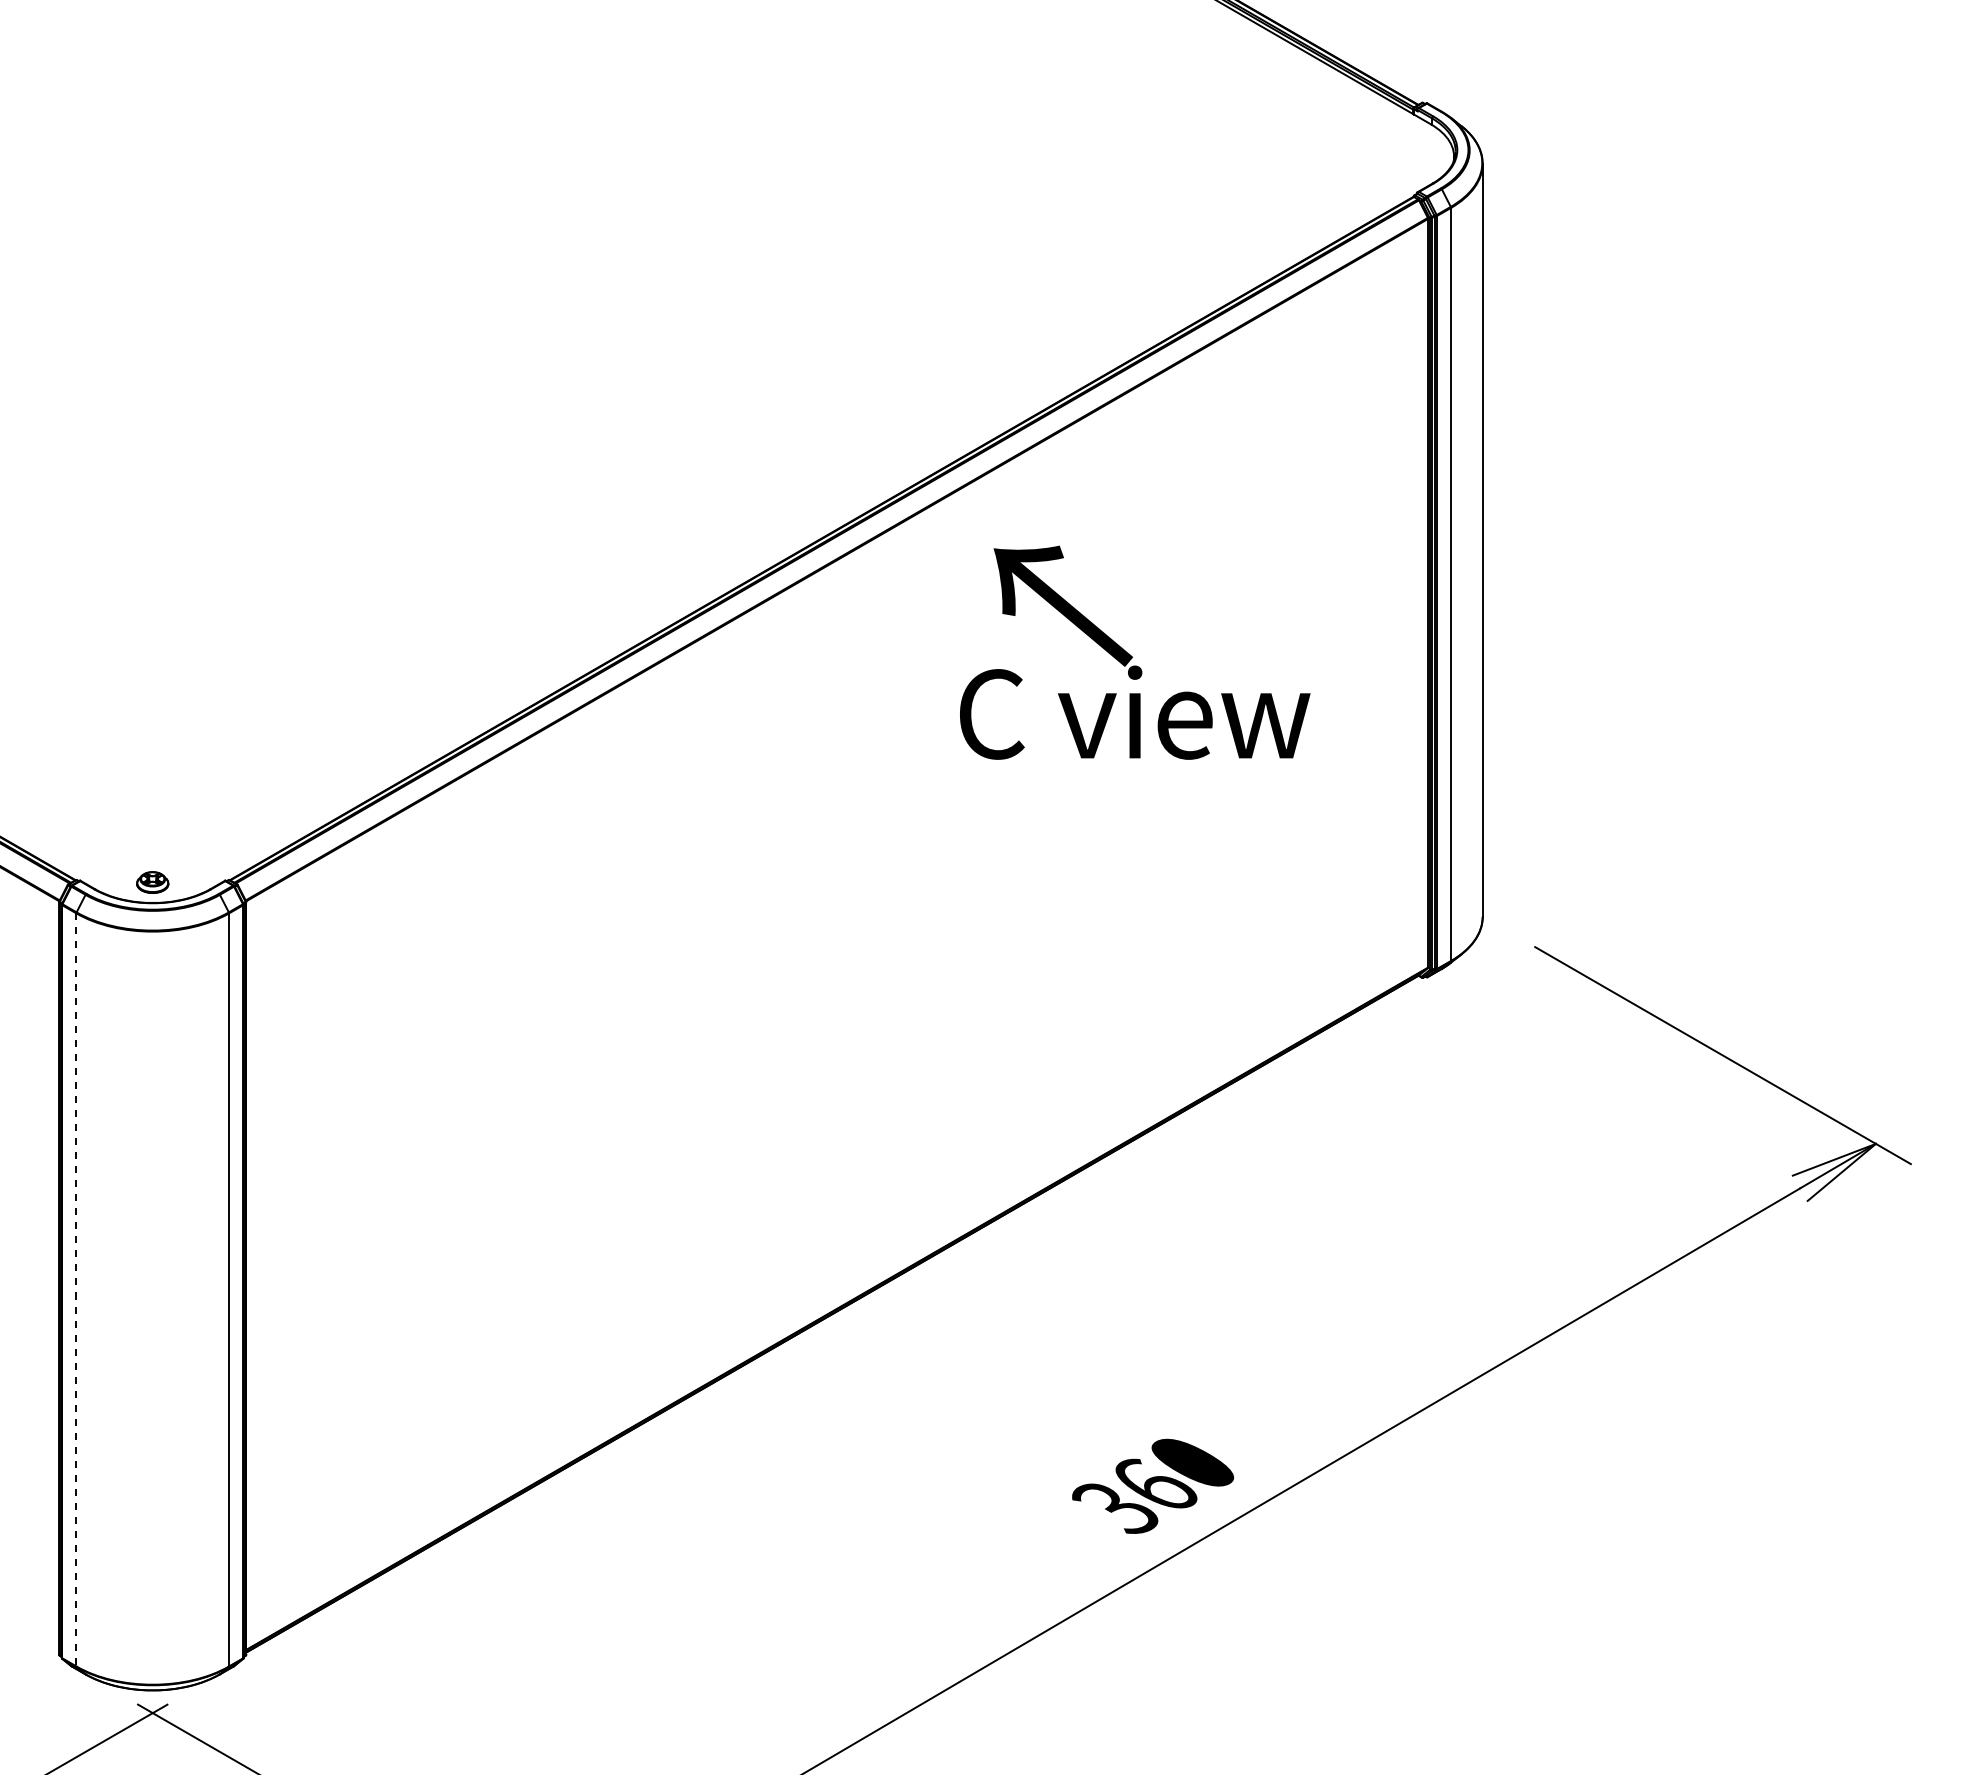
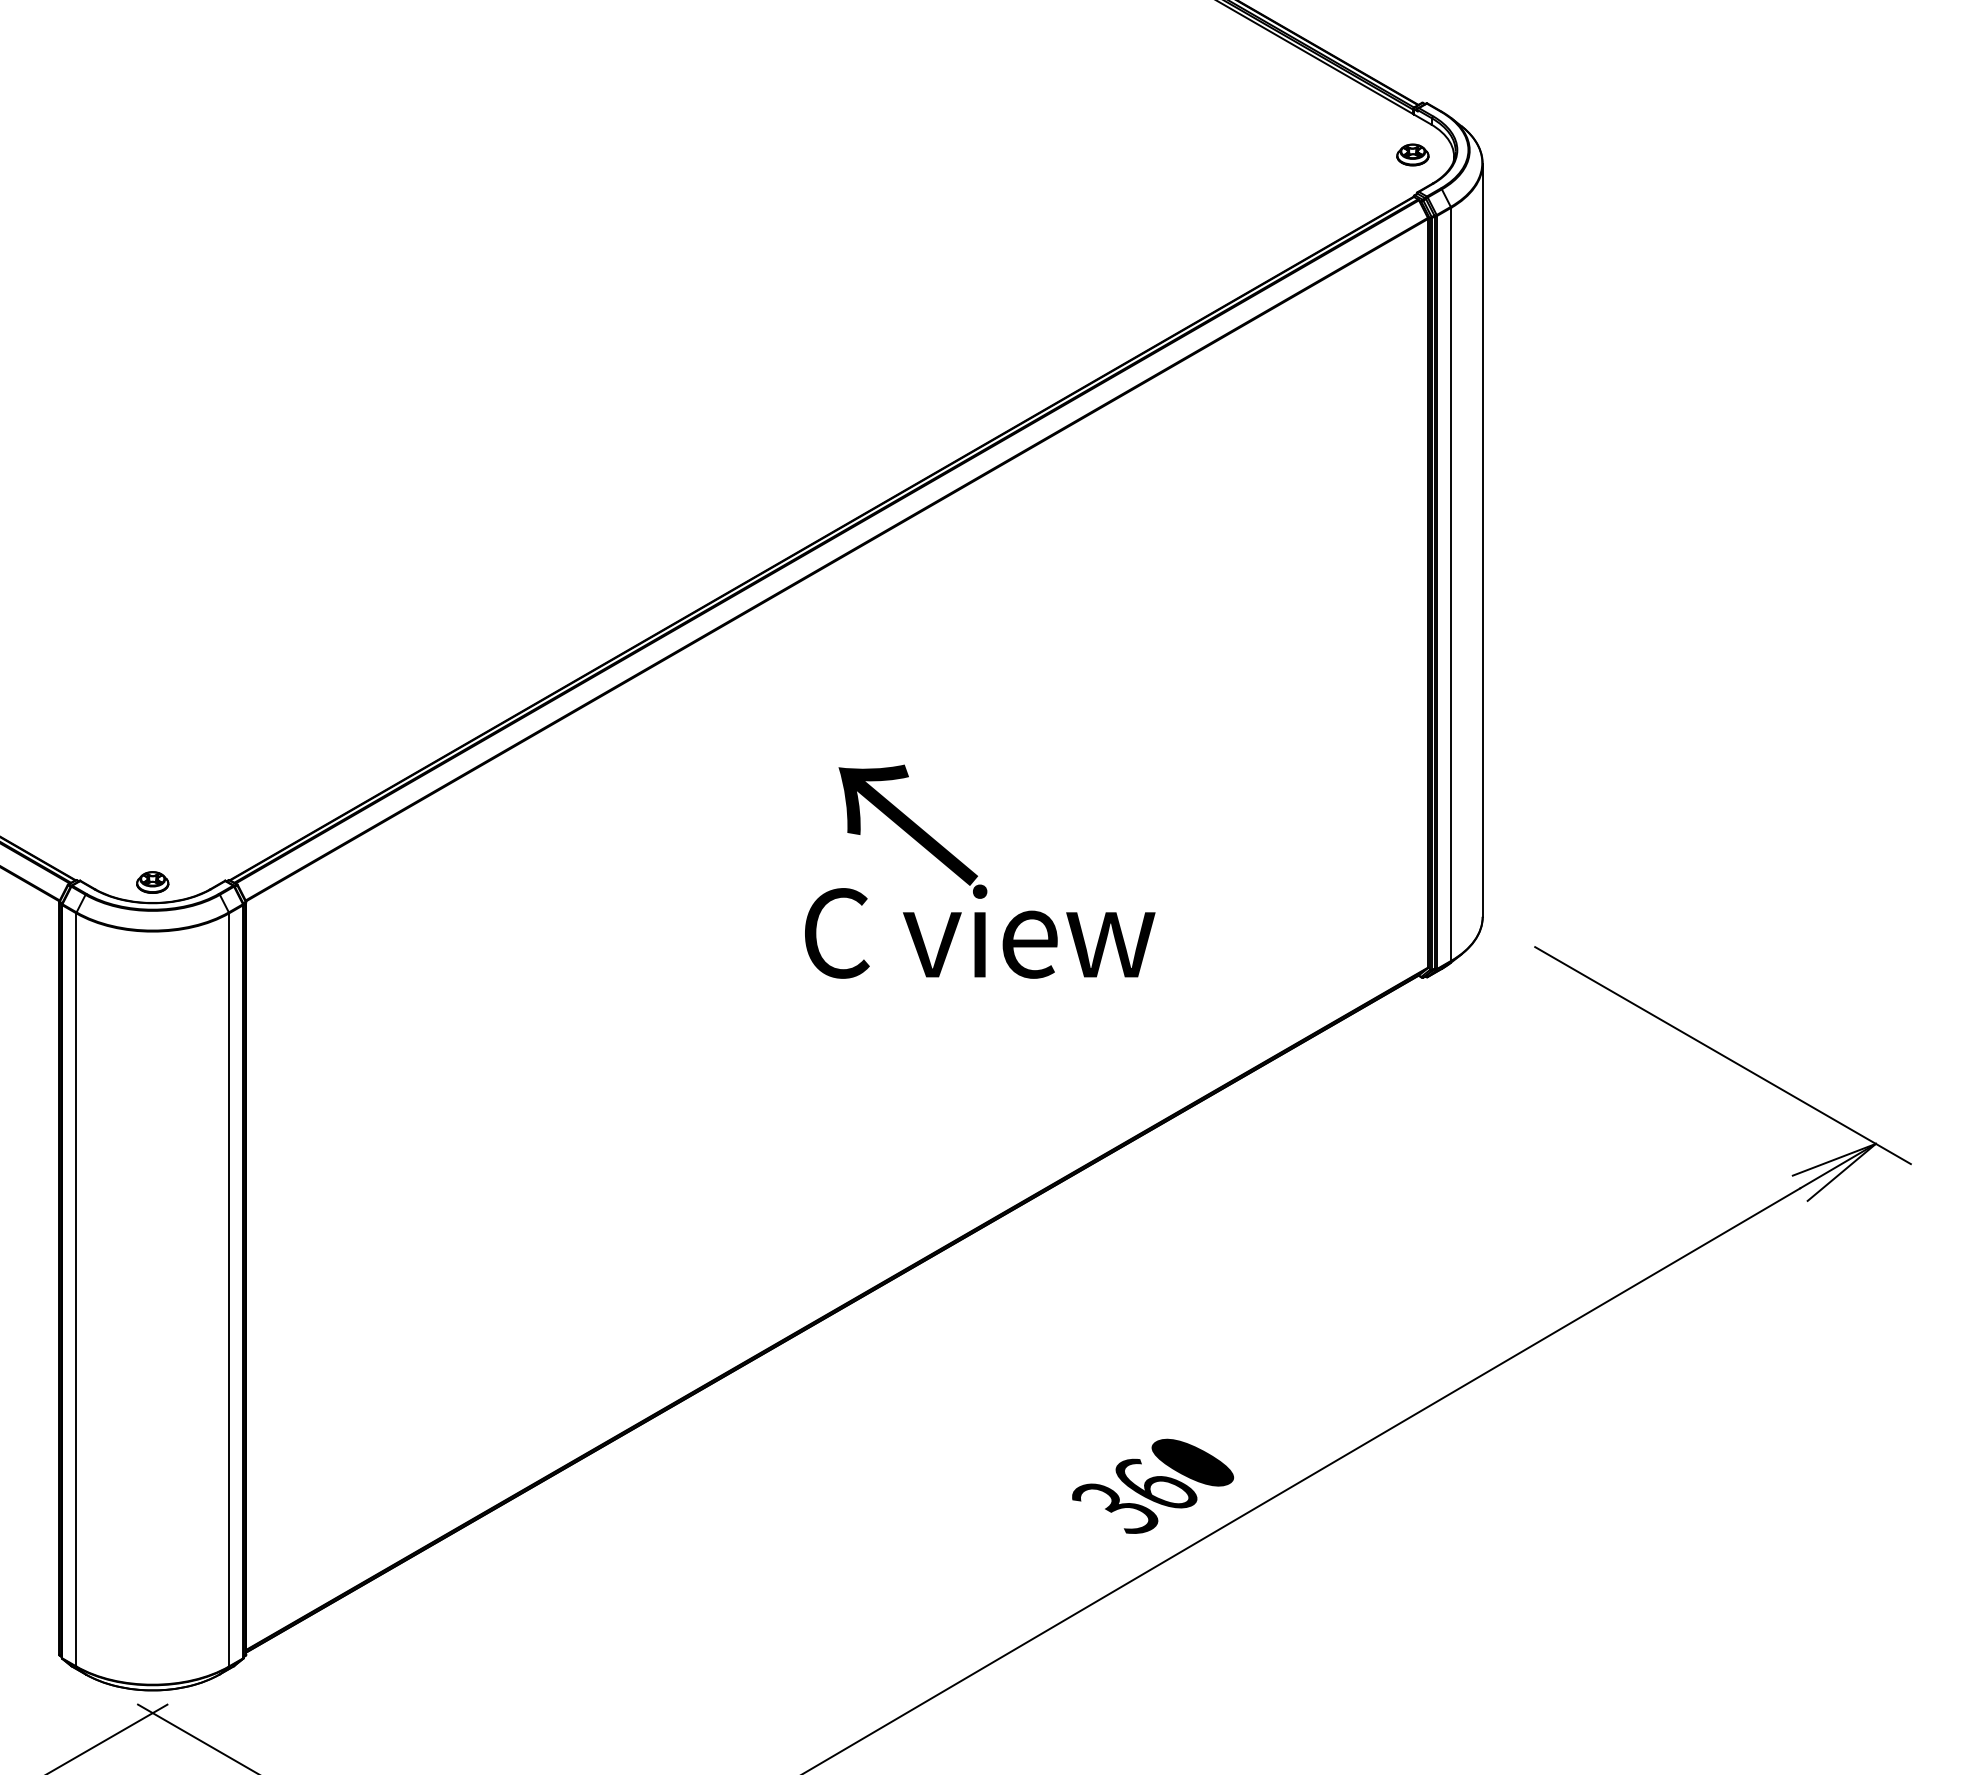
part at (1412, 154): none -> present
text at (1135, 652) position: (1135, 652) -> (980, 871)
line at (76, 1289): dashed -> solid
